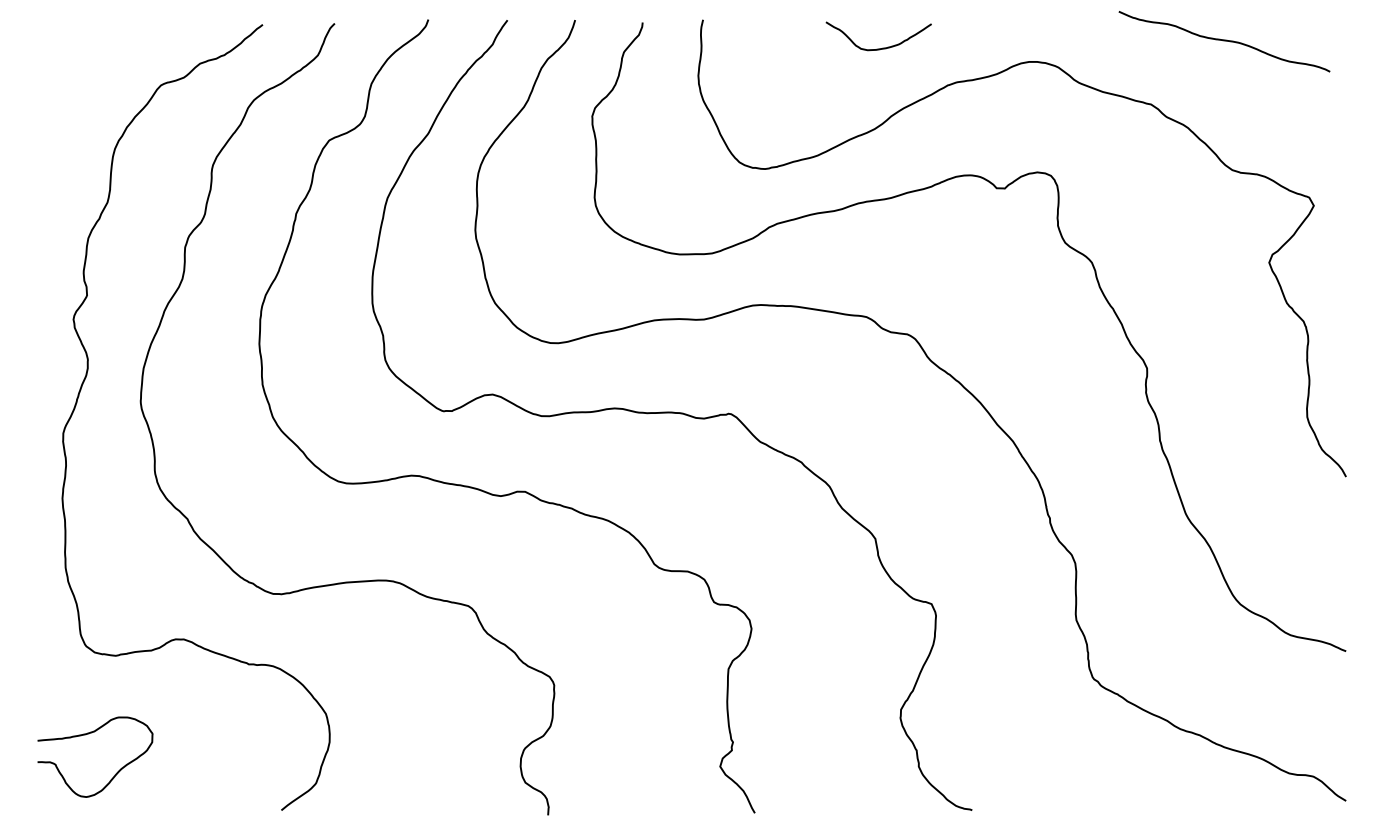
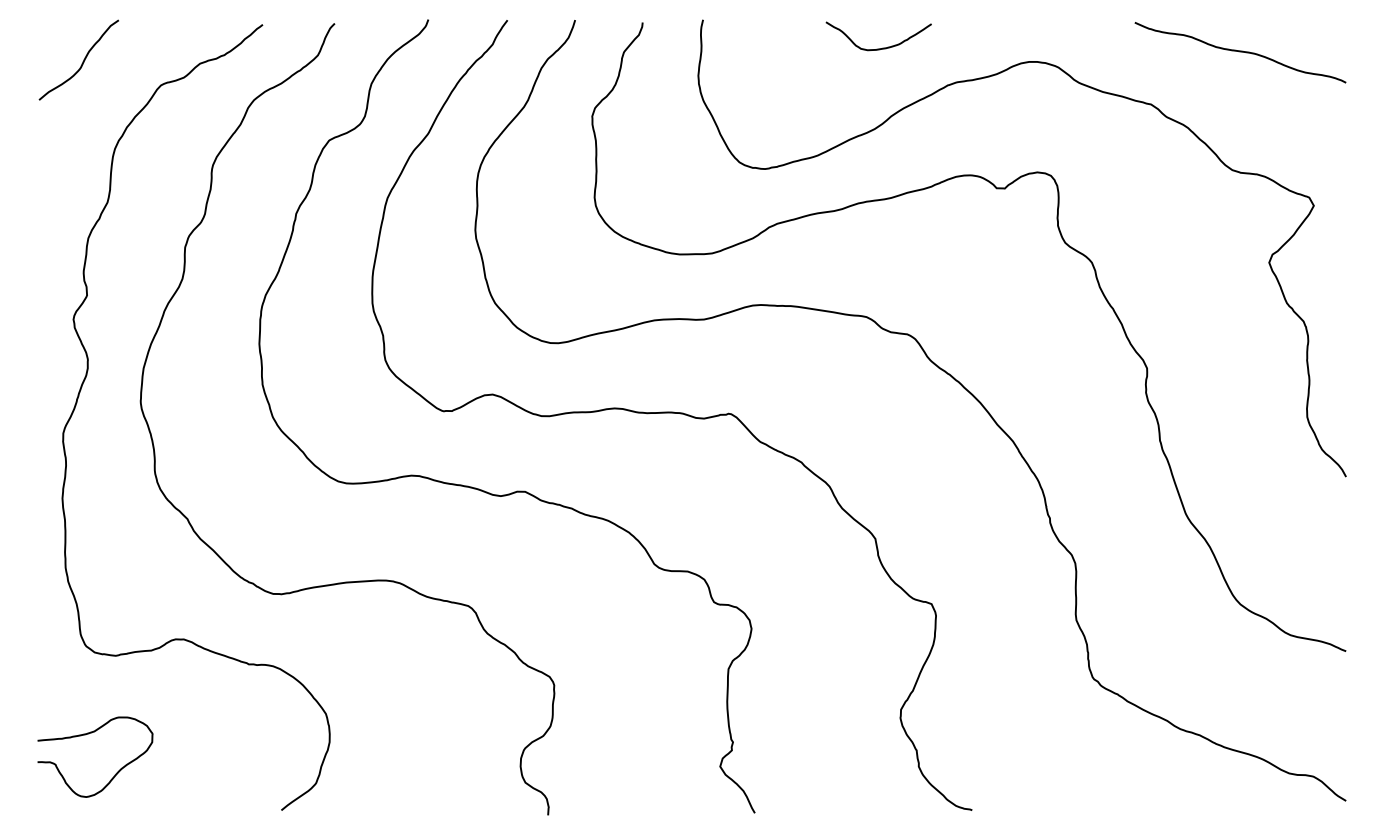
curve at (1224, 41) position: (1224, 41) -> (1240, 52)
curve at (82, 61): none -> present
